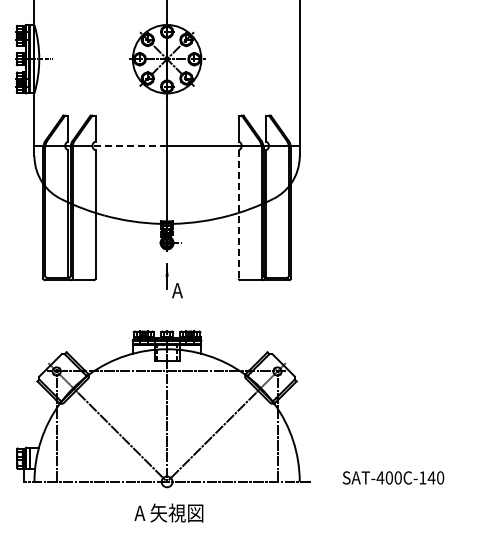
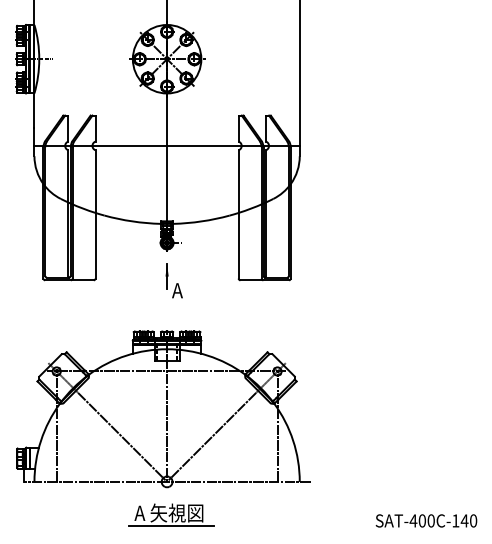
line at (129, 145): dashed -> solid
line at (238, 214): dashed -> solid
text at (393, 477) position: (393, 477) -> (426, 520)
line at (171, 525): none -> present
